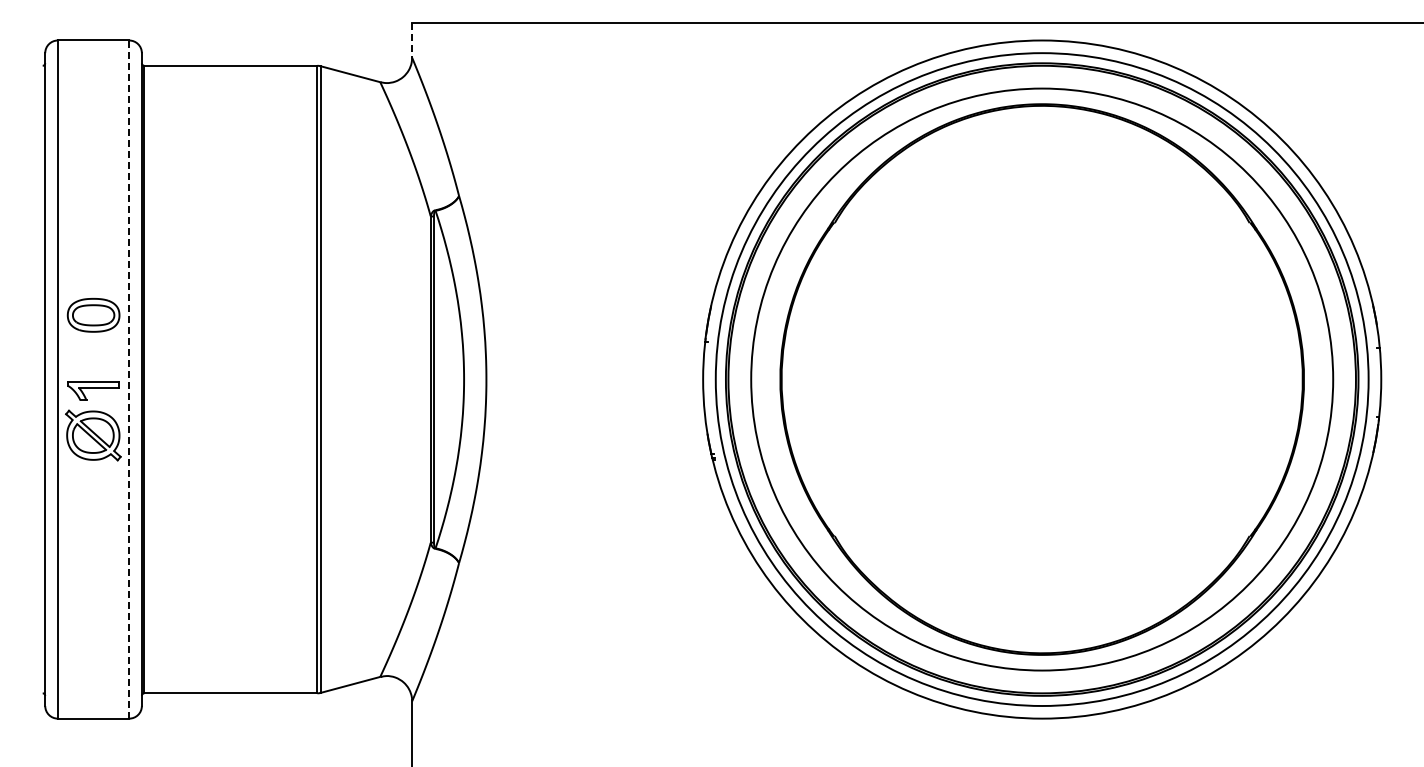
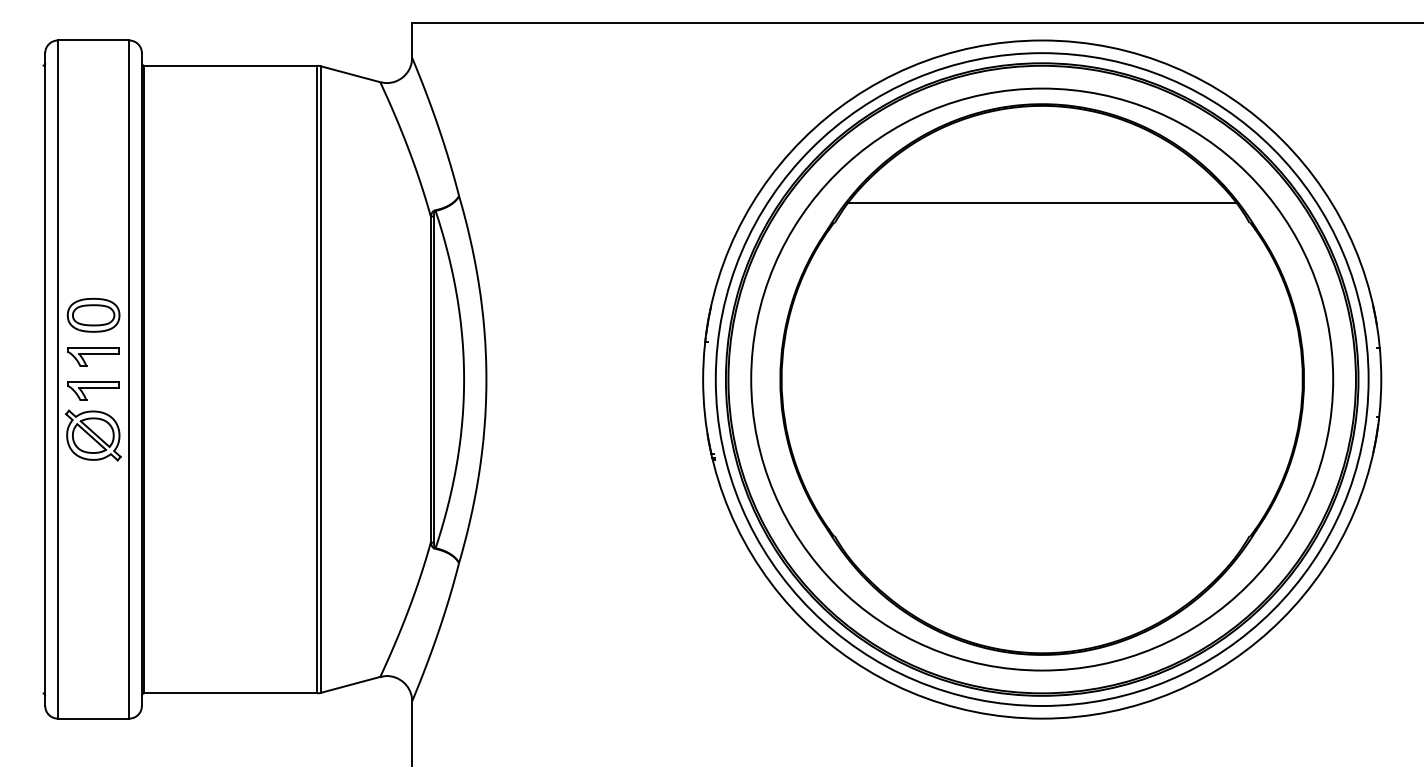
line at (412, 40): dashed -> solid
line at (1041, 203): none -> present
part at (93, 356): none -> present
line at (129, 379): dashed -> solid
